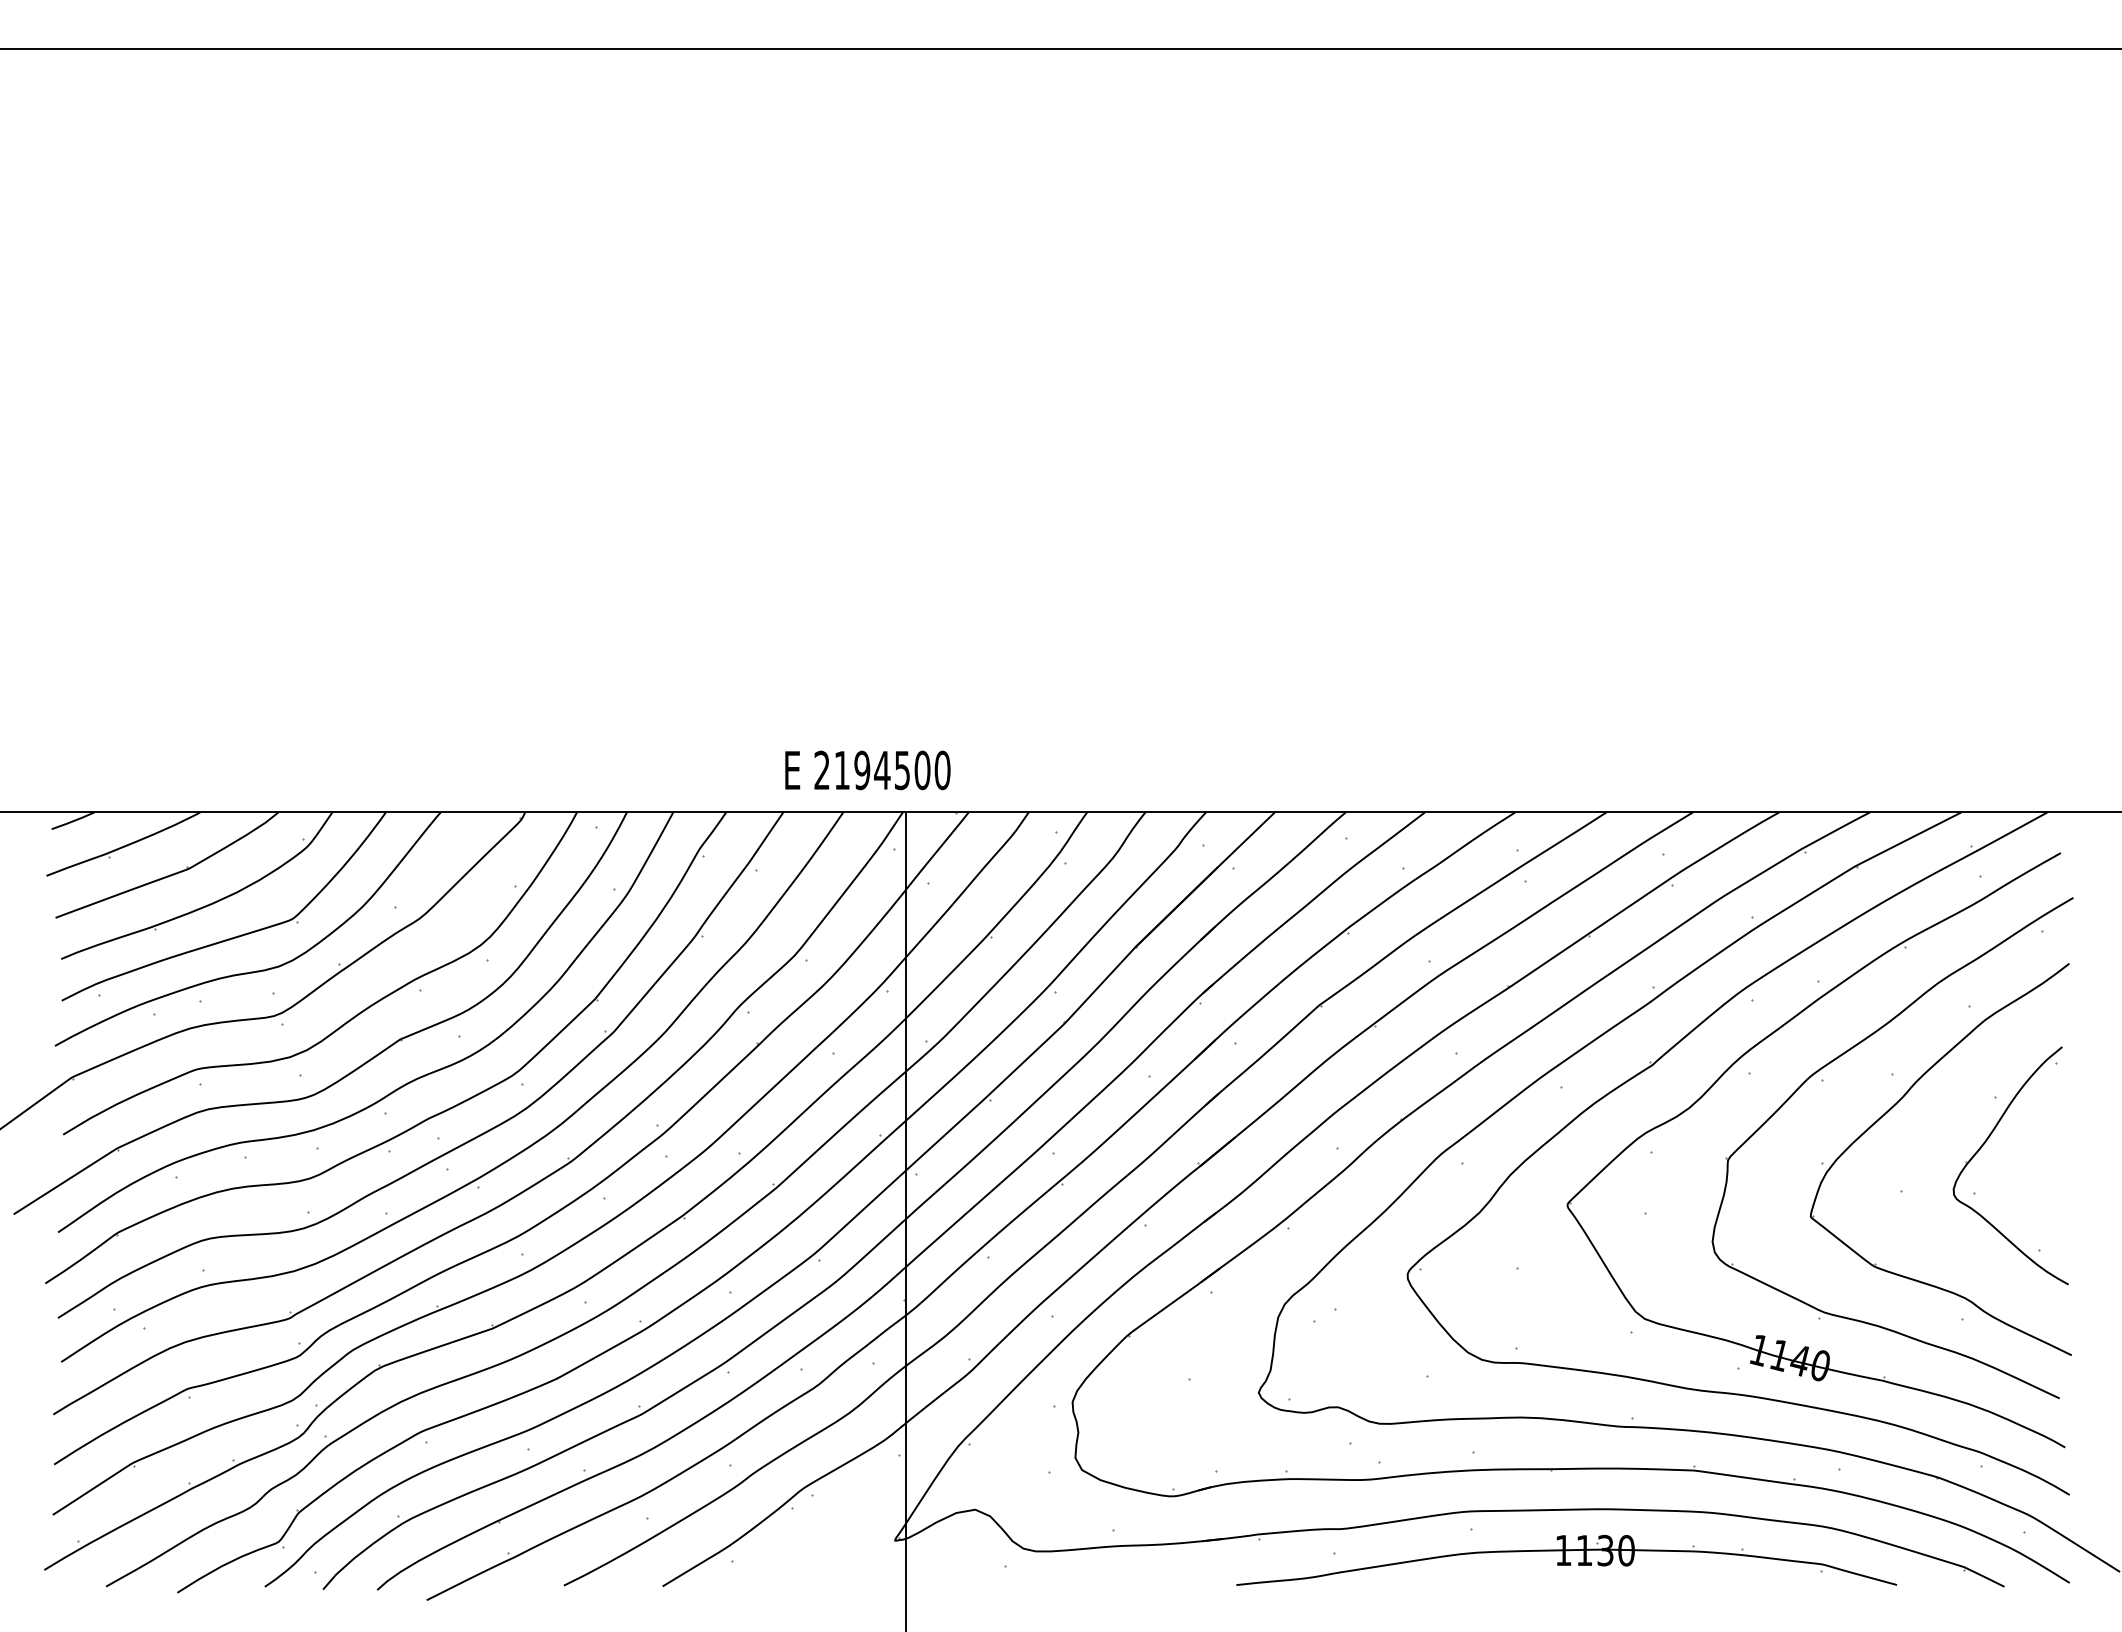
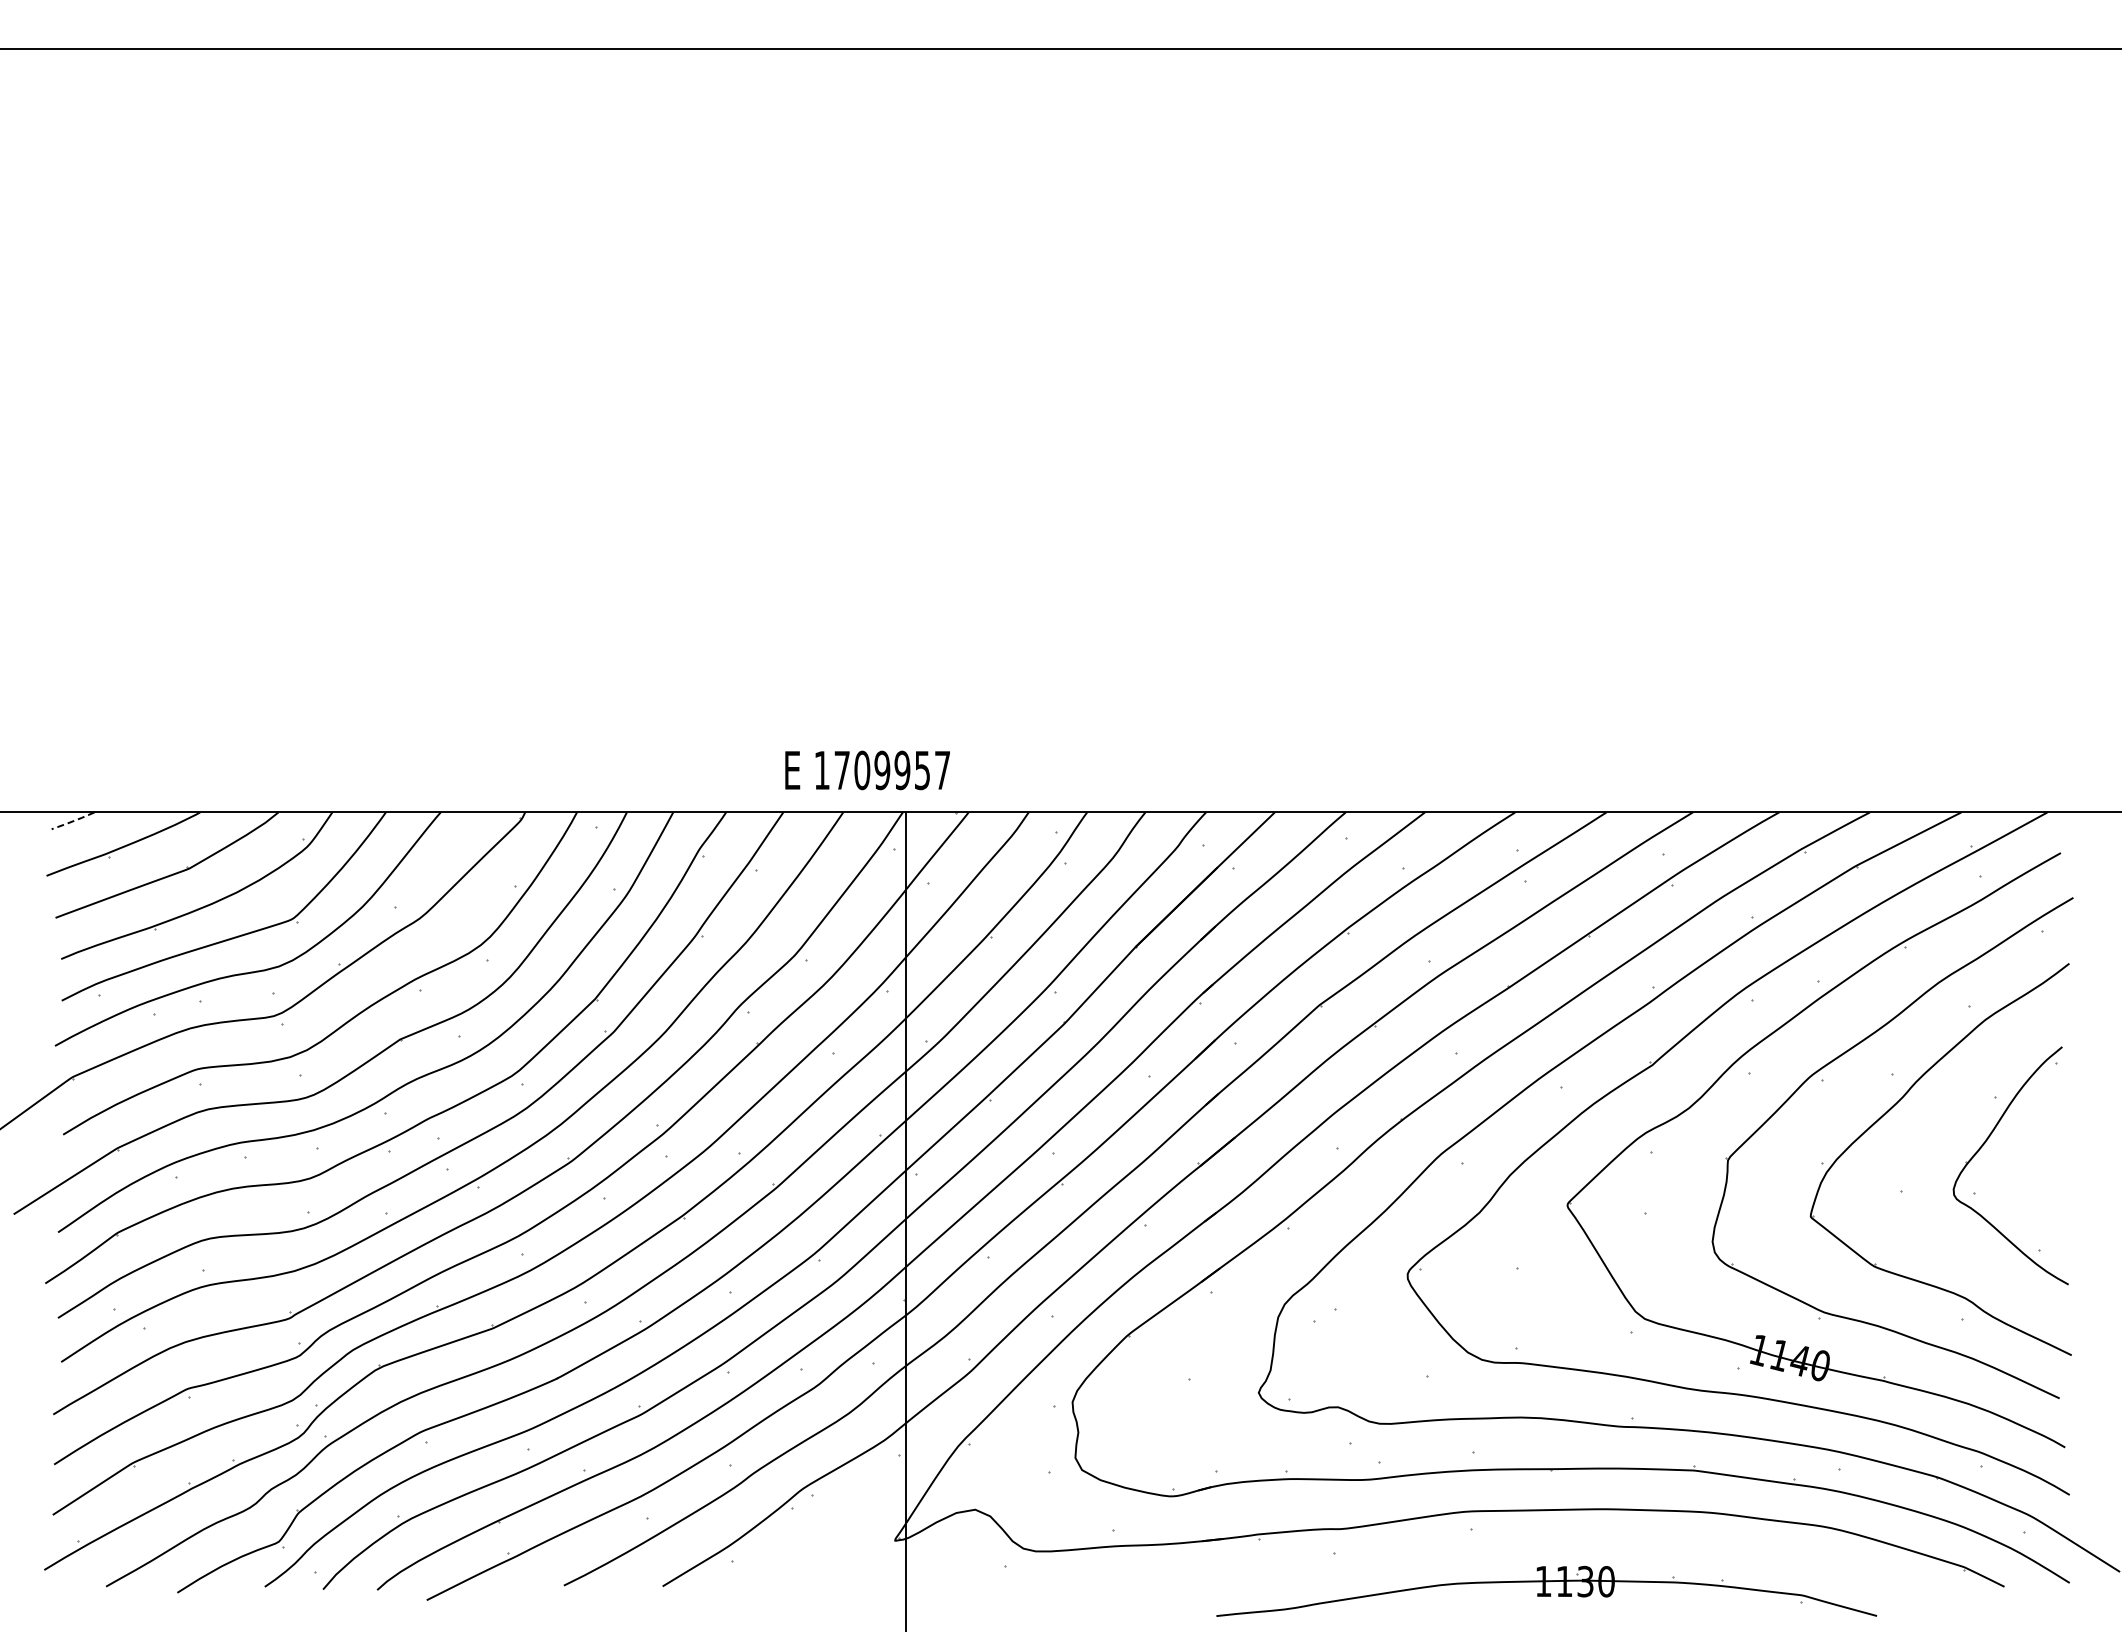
text at (882, 770): 2194500 -> 1709957
line at (72, 821): solid -> dashed
part at (1566, 1559) position: (1566, 1559) -> (1546, 1590)
